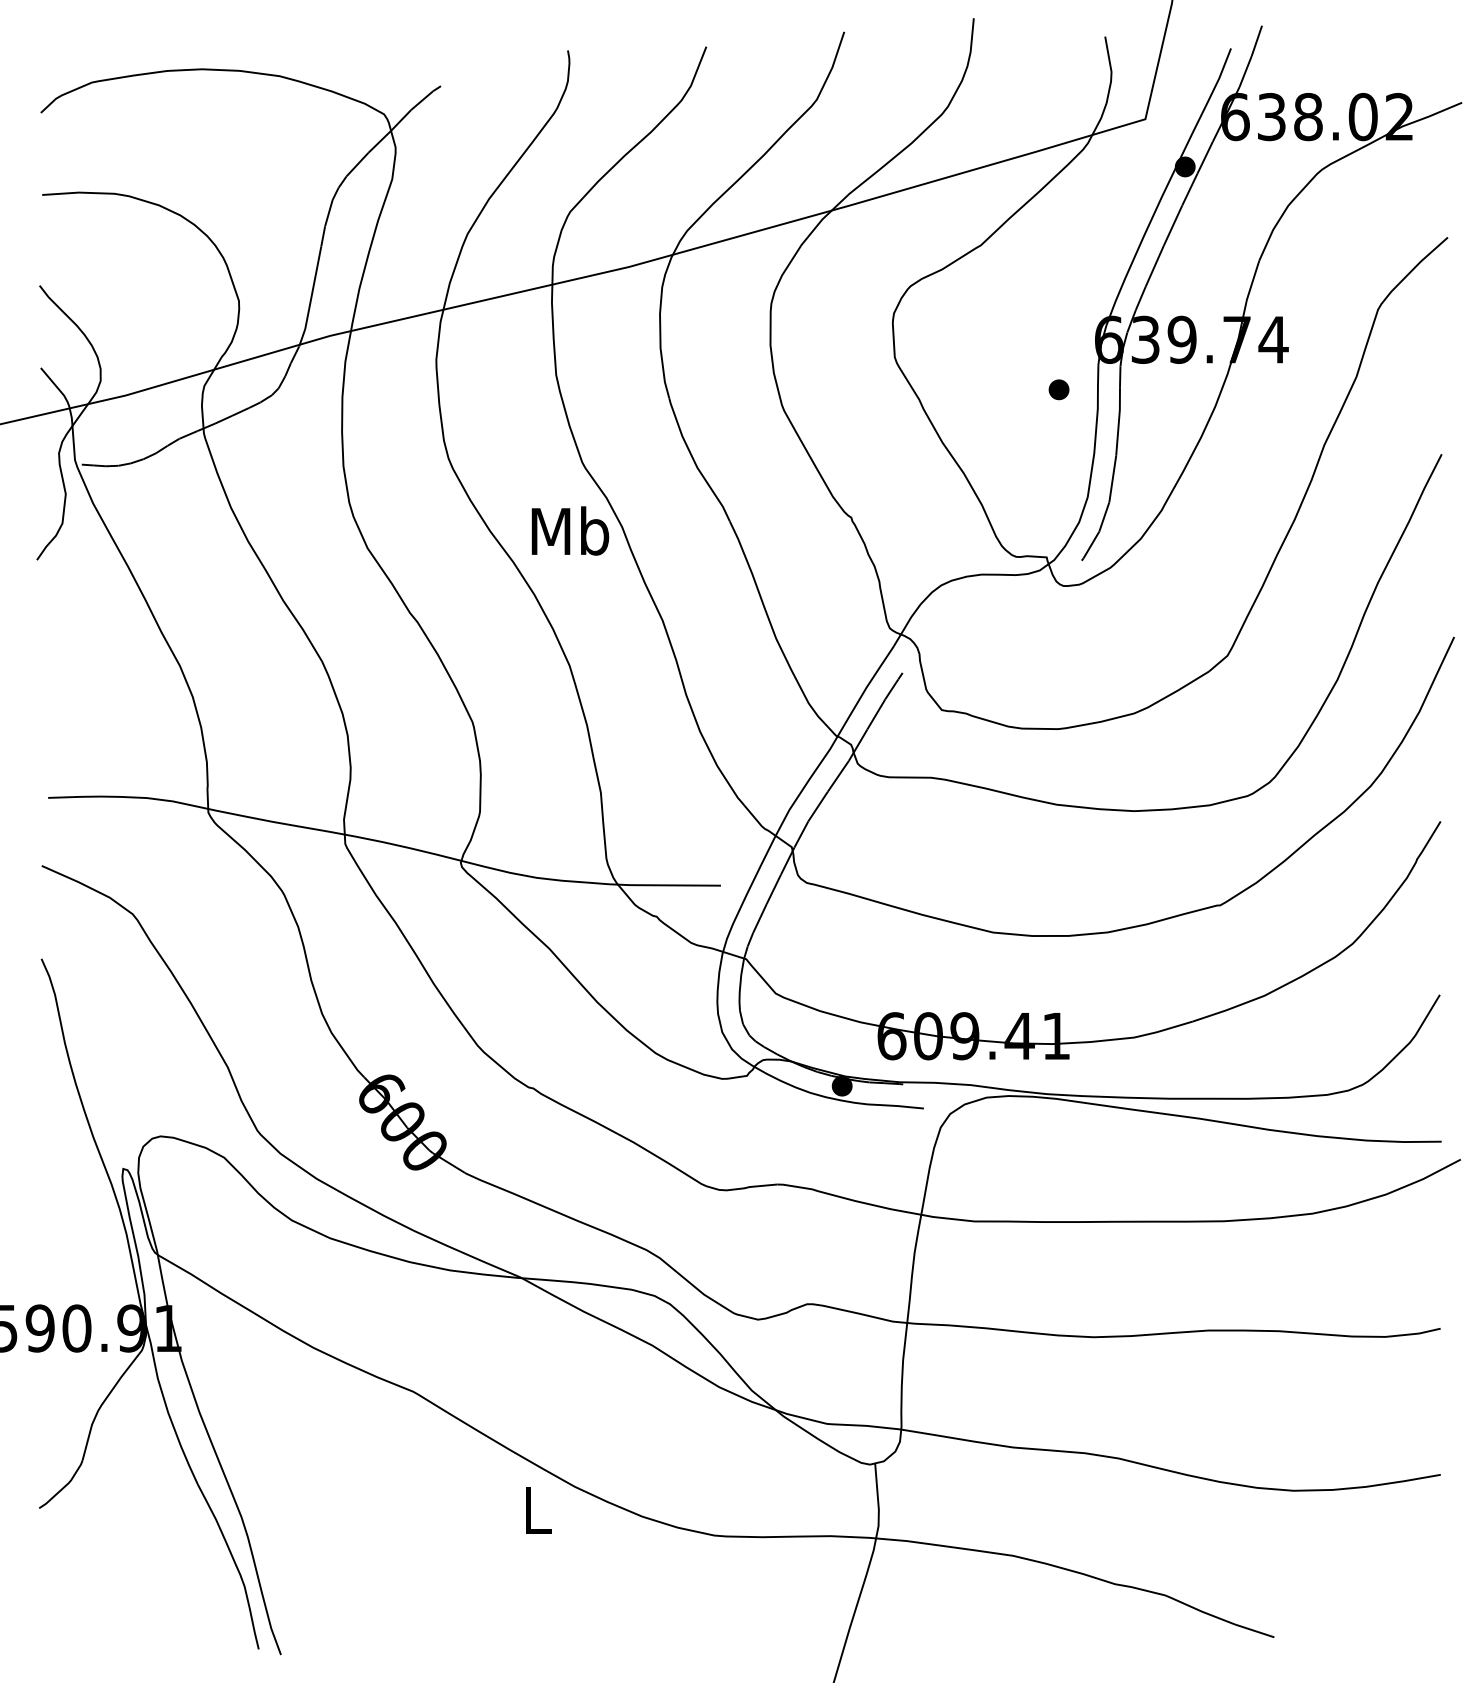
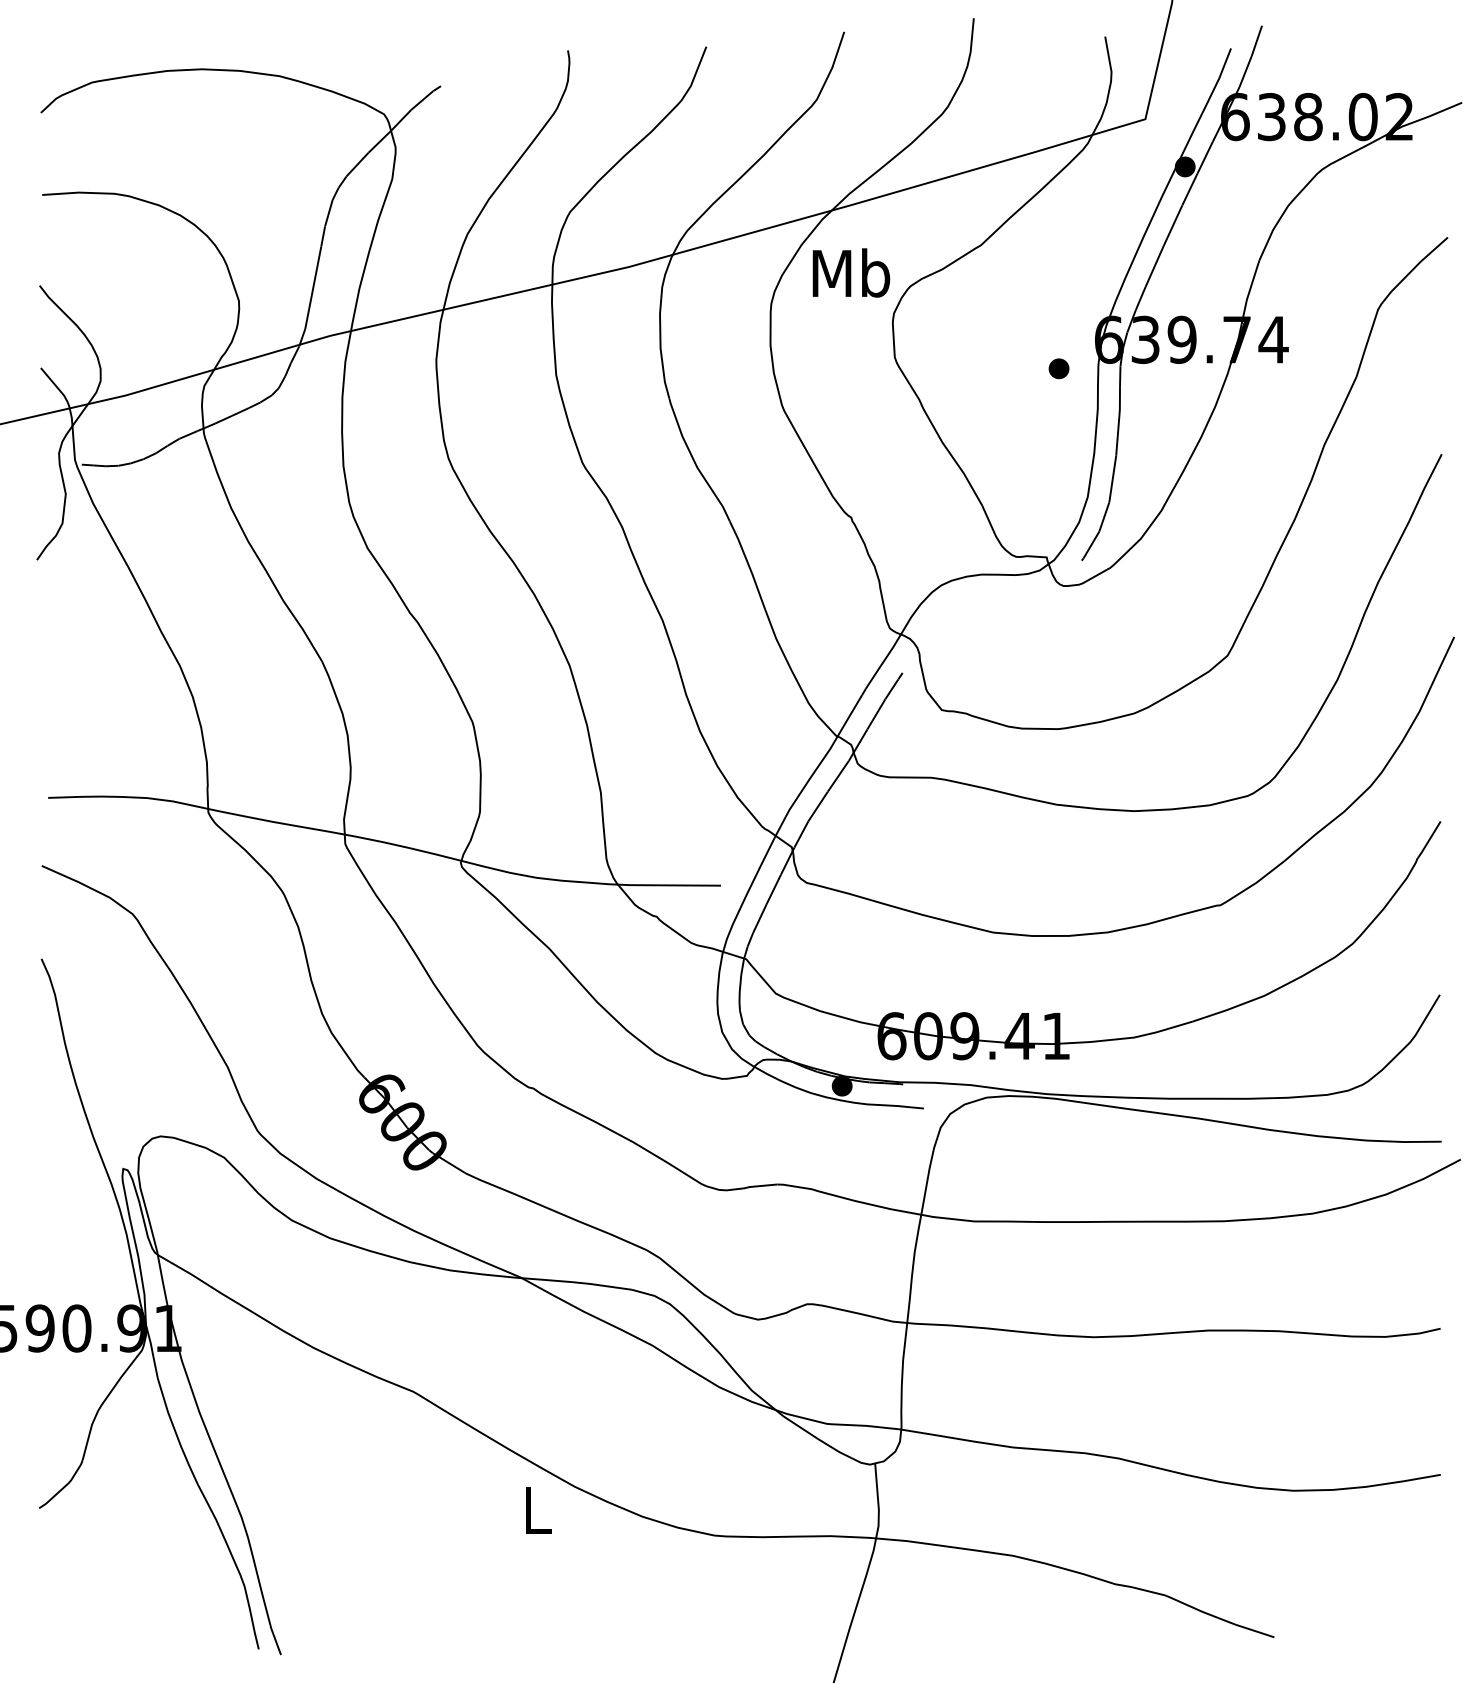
part at (1058, 389) position: (1058, 389) -> (1058, 368)
text at (570, 530) position: (570, 530) -> (851, 272)
